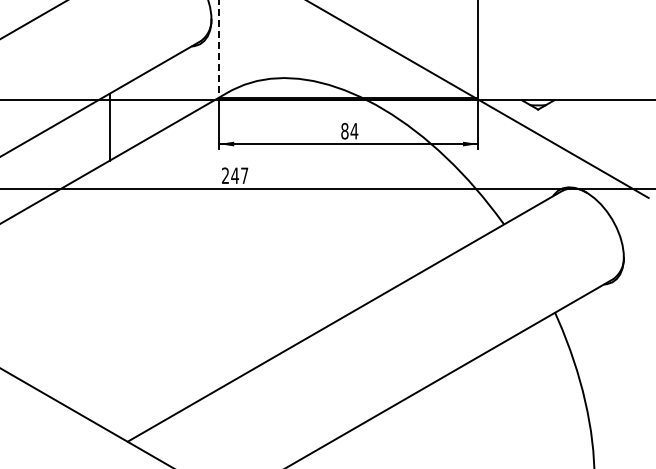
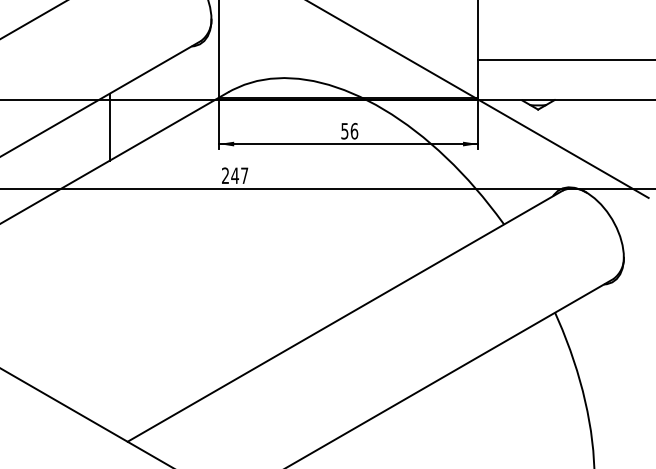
line at (218, 49): dashed -> solid
line at (565, 60): none -> present
text at (349, 130): 84 -> 56
